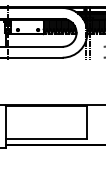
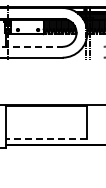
line at (31, 46): solid -> dashed
line at (46, 139): solid -> dashed
